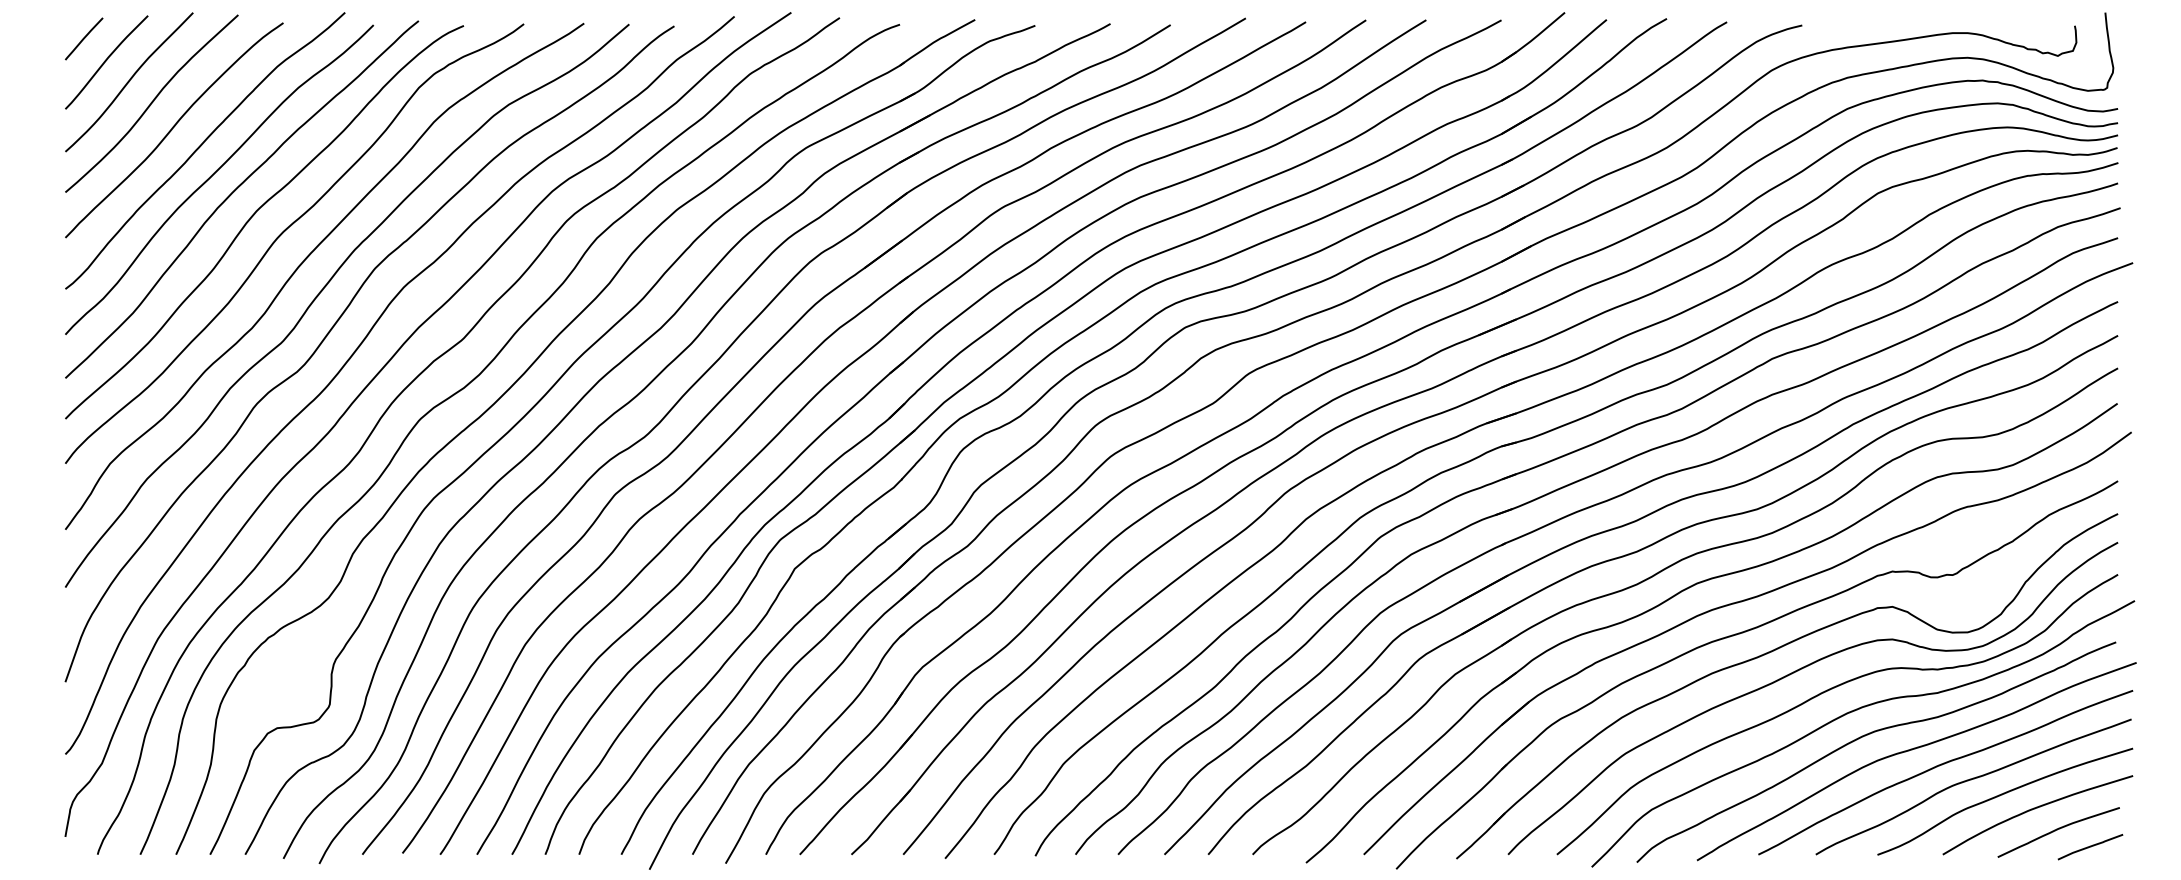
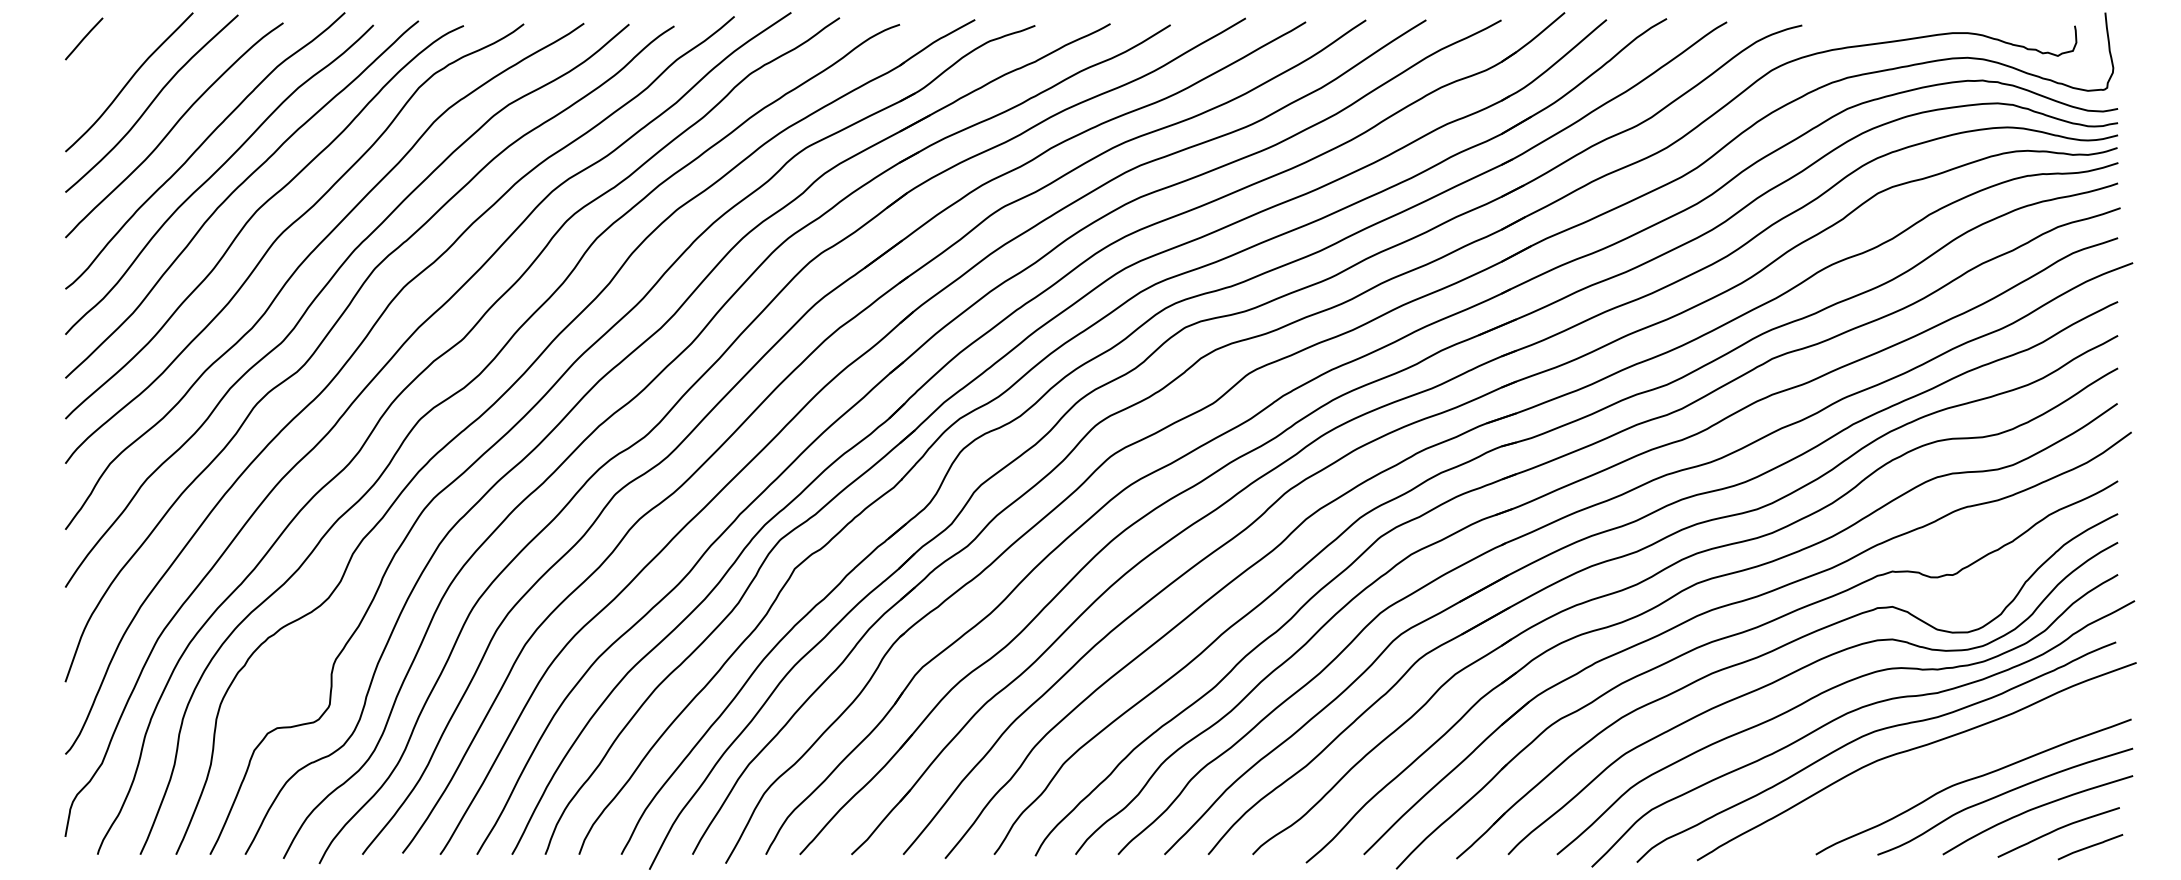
curve at (106, 61): present -> none
curve at (1942, 765): present -> none
